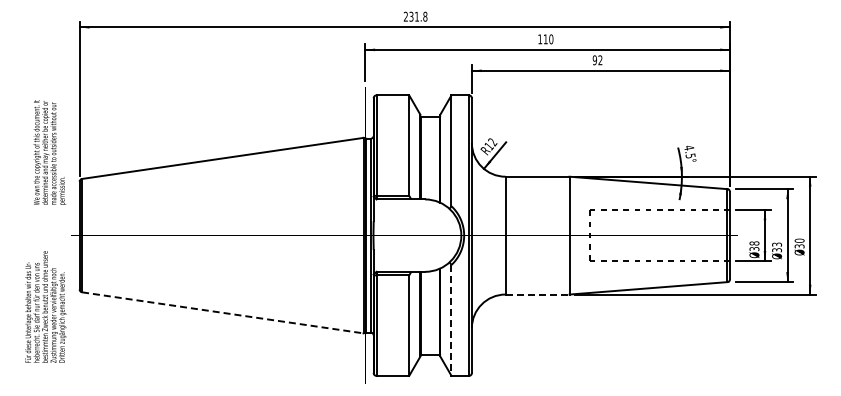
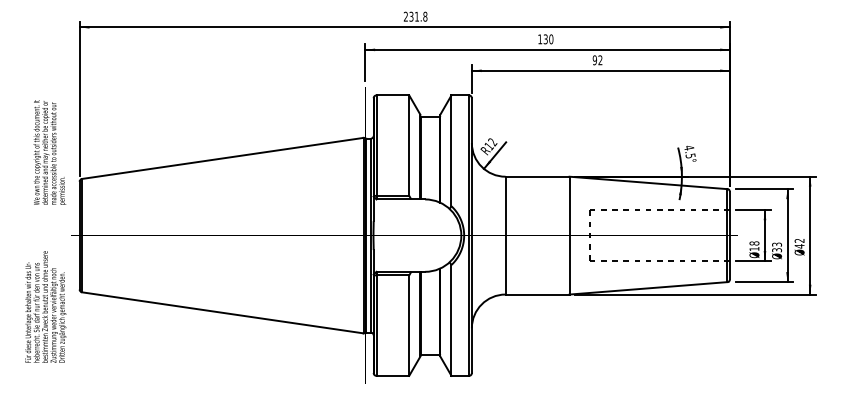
text at (545, 39): 110 -> 130
text at (799, 243): 30 -> 42
text at (754, 249): 38 -> 18
line at (538, 294): dashed -> solid
line at (223, 312): dashed -> solid
line at (451, 320): dashed -> solid
